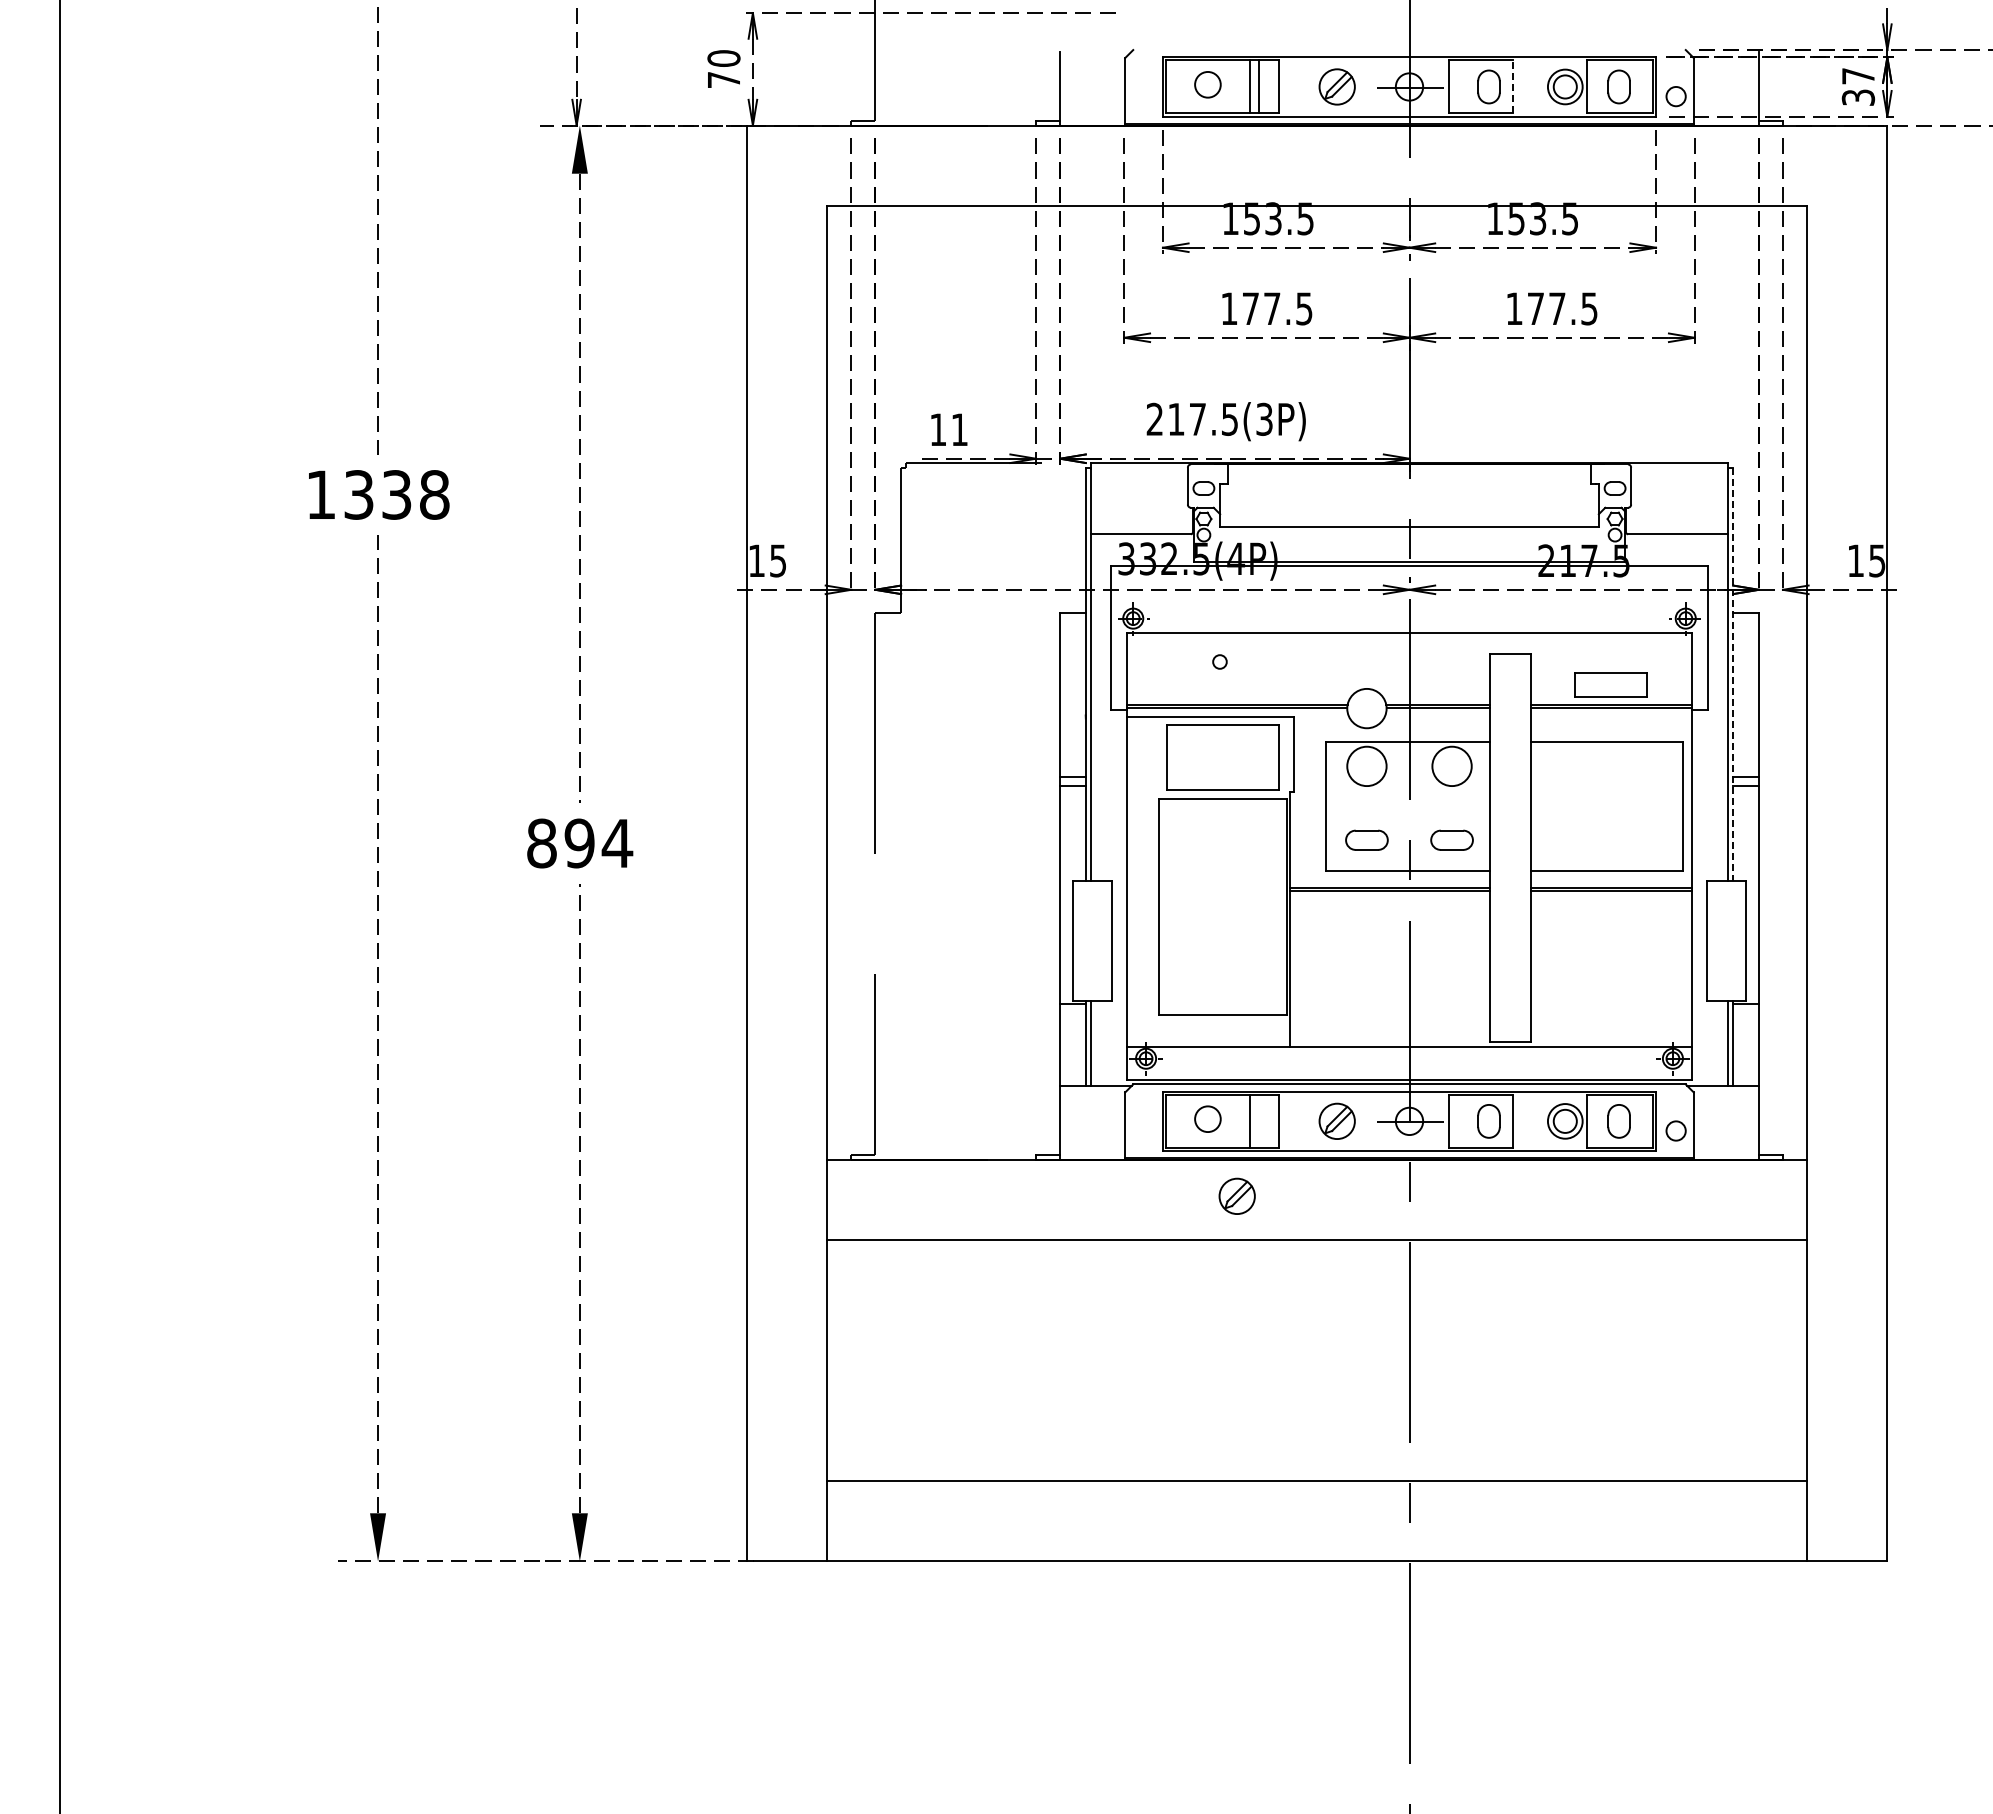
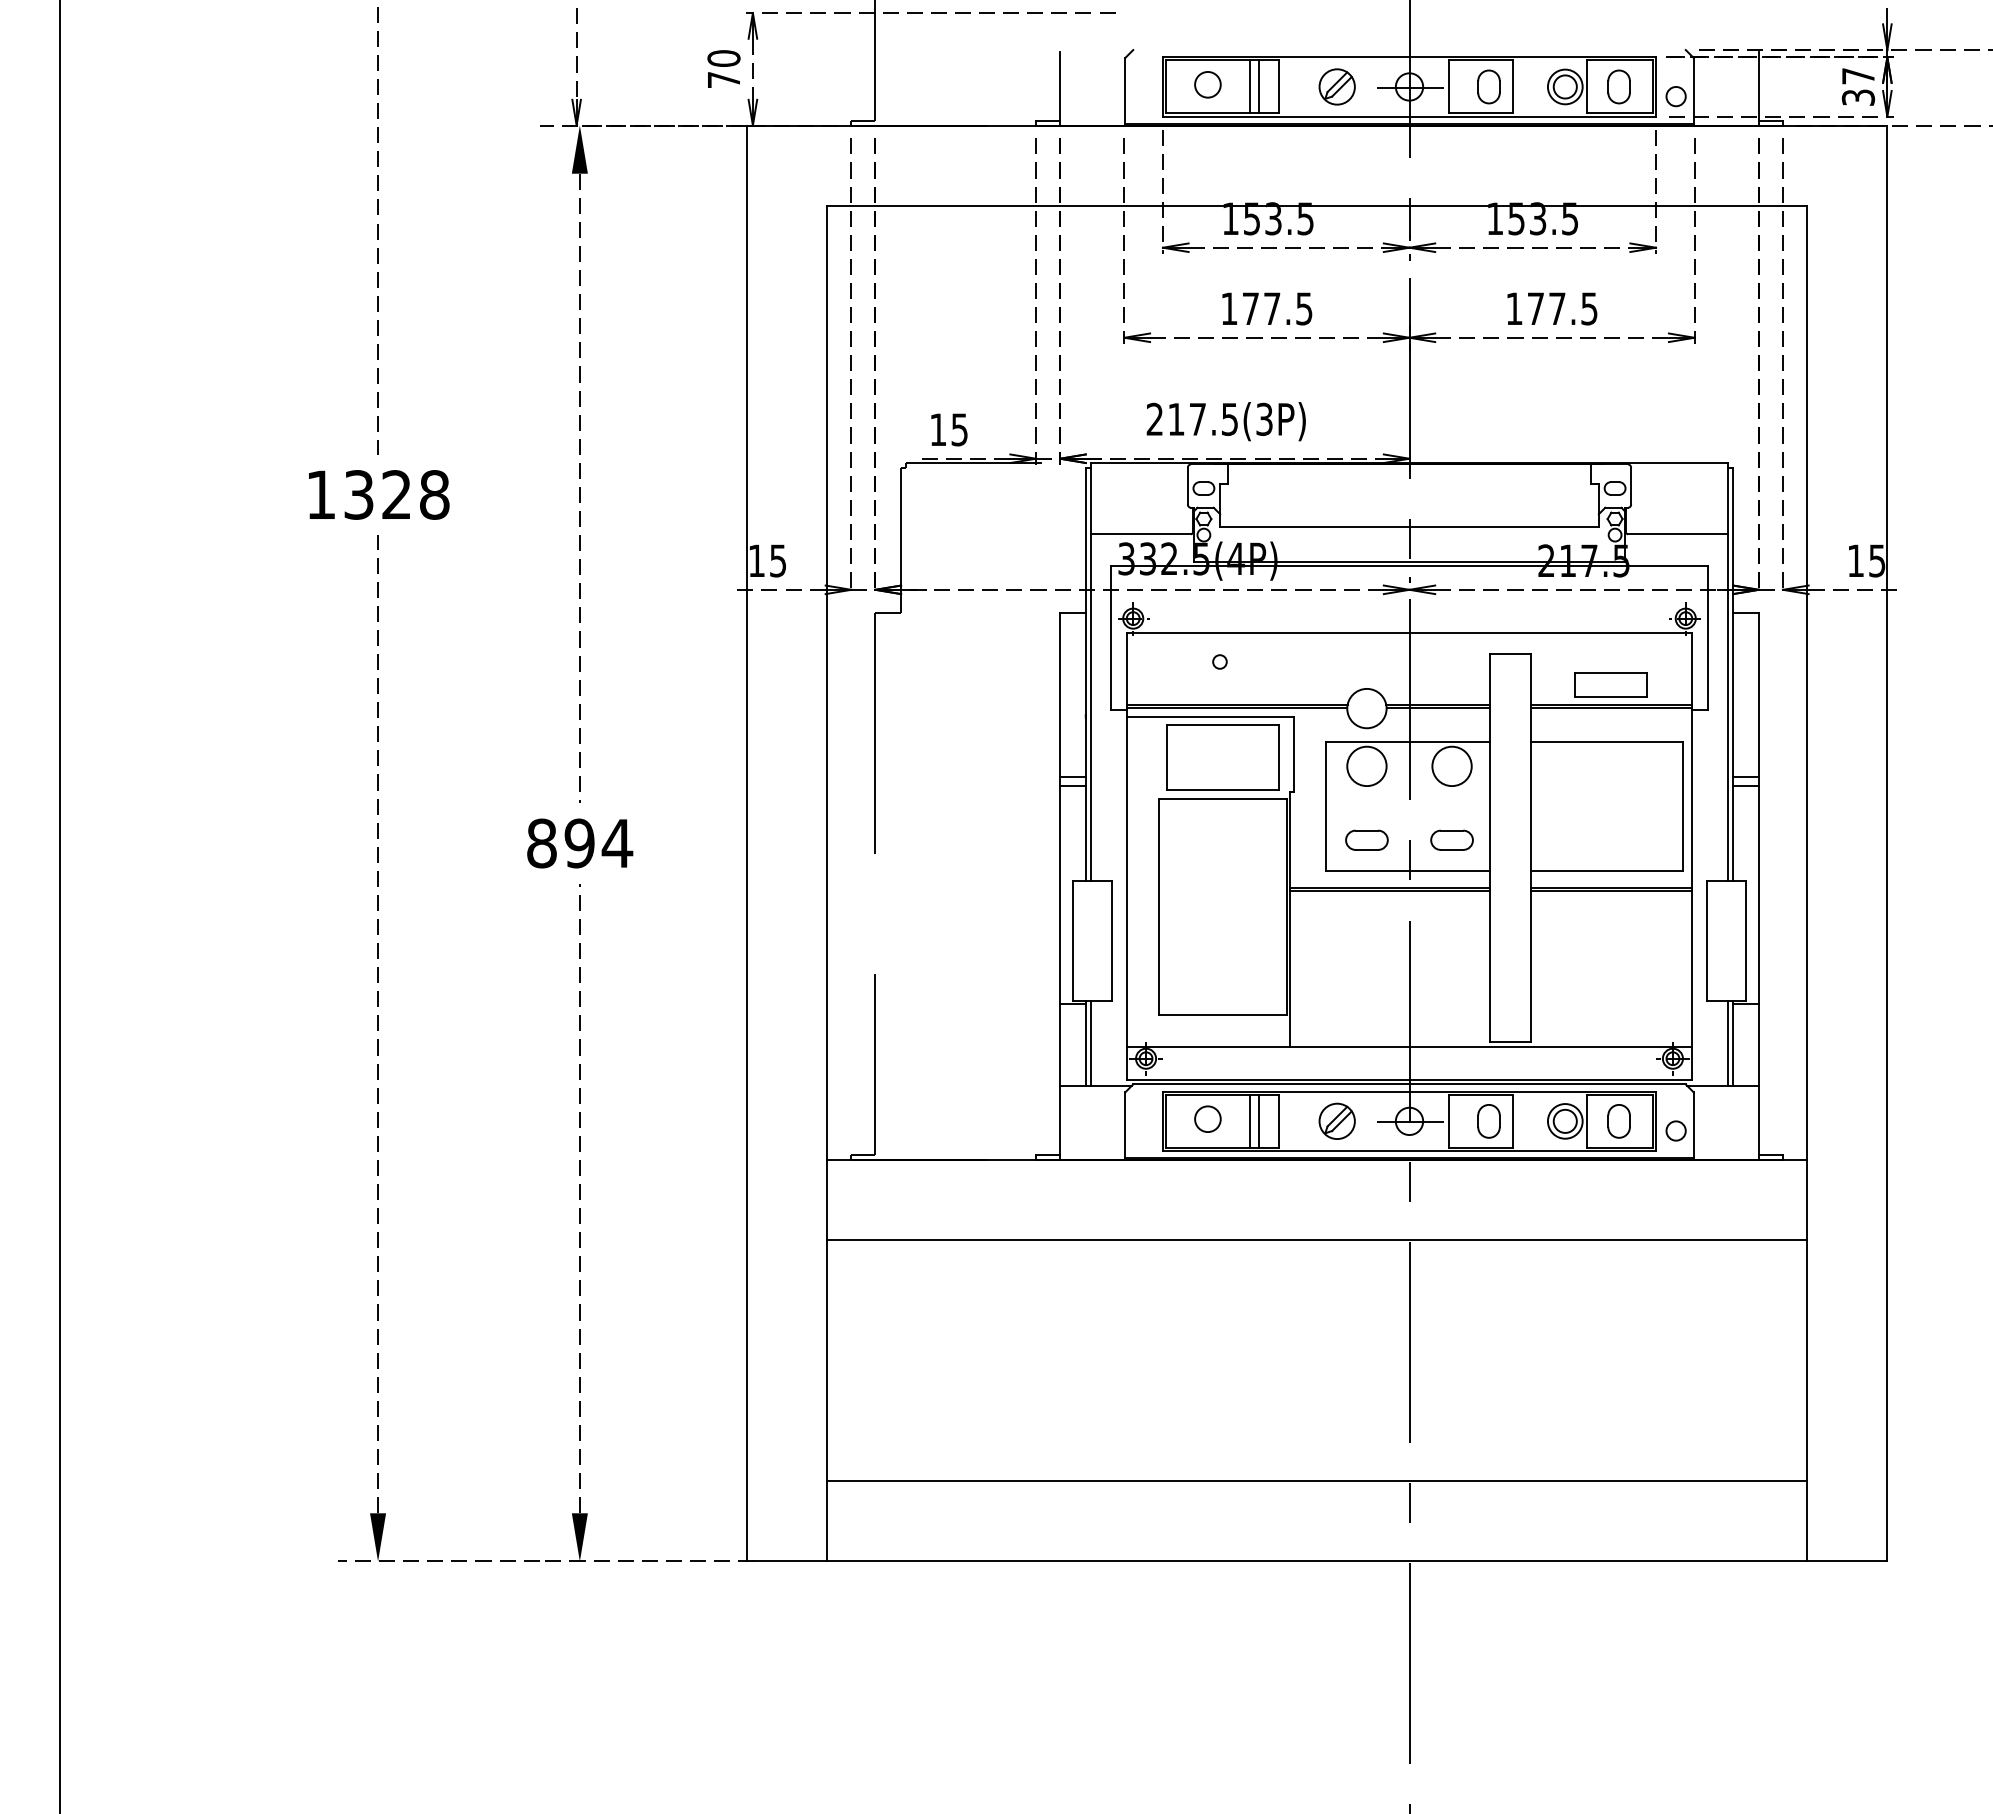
line at (1513, 86): dashed -> solid
text at (959, 429): 11 -> 15
text at (396, 494): 1338 -> 1328
line at (1733, 675): dashed -> solid
line at (1258, 1120): none -> present
part at (1236, 1195): present -> none
